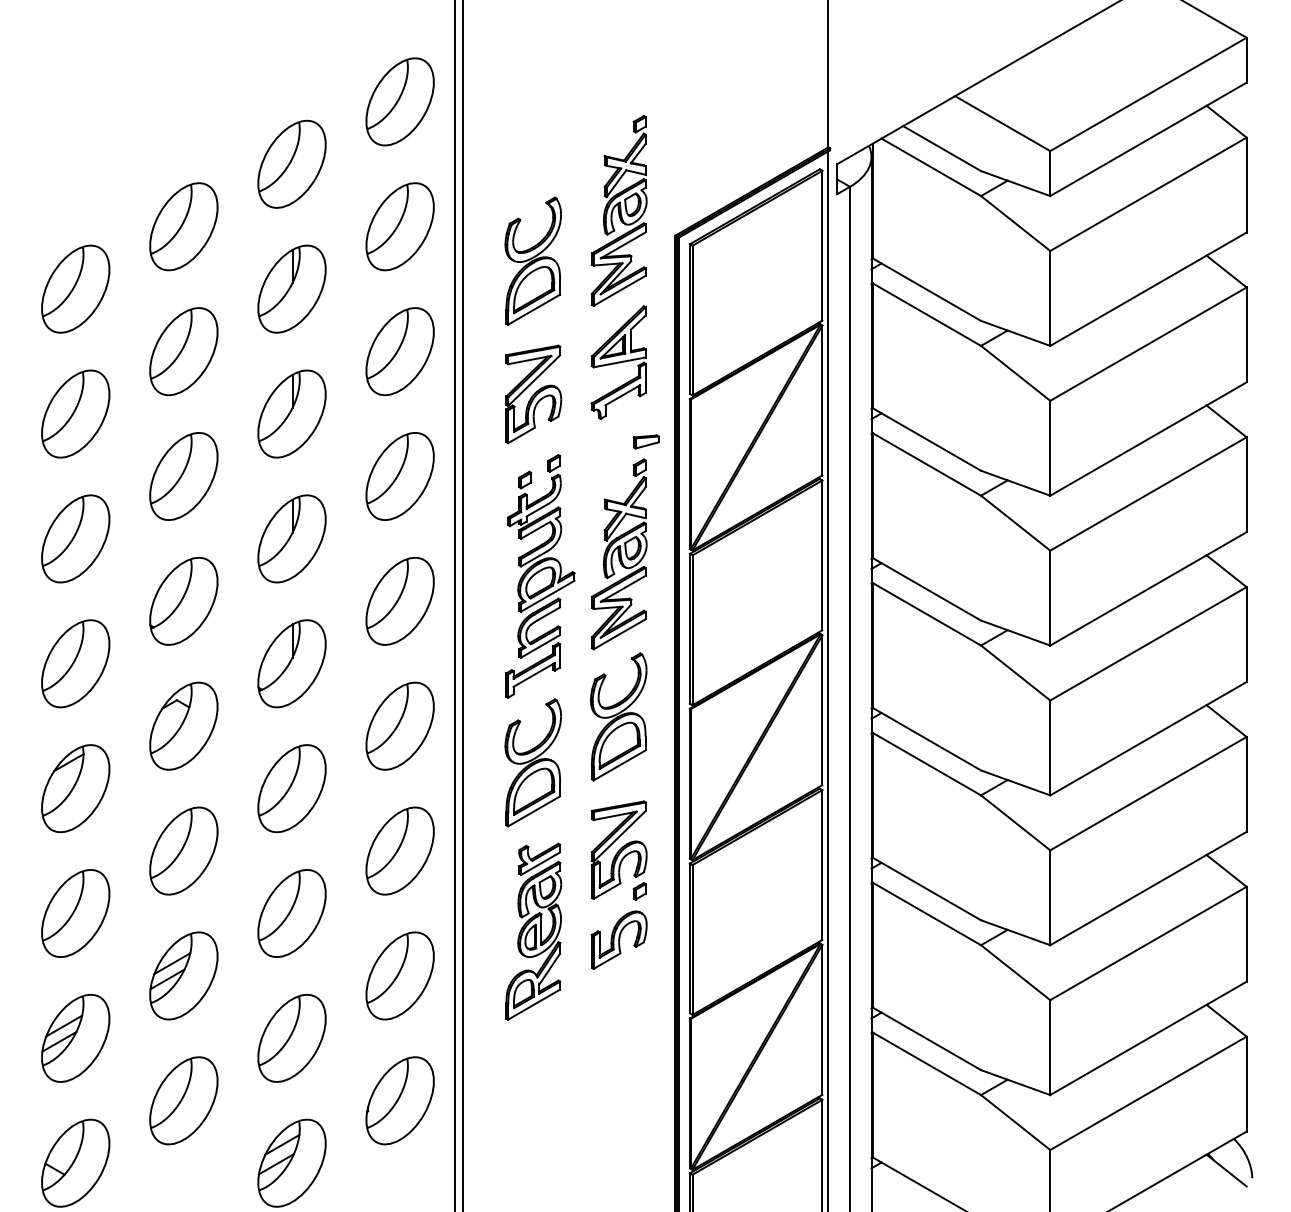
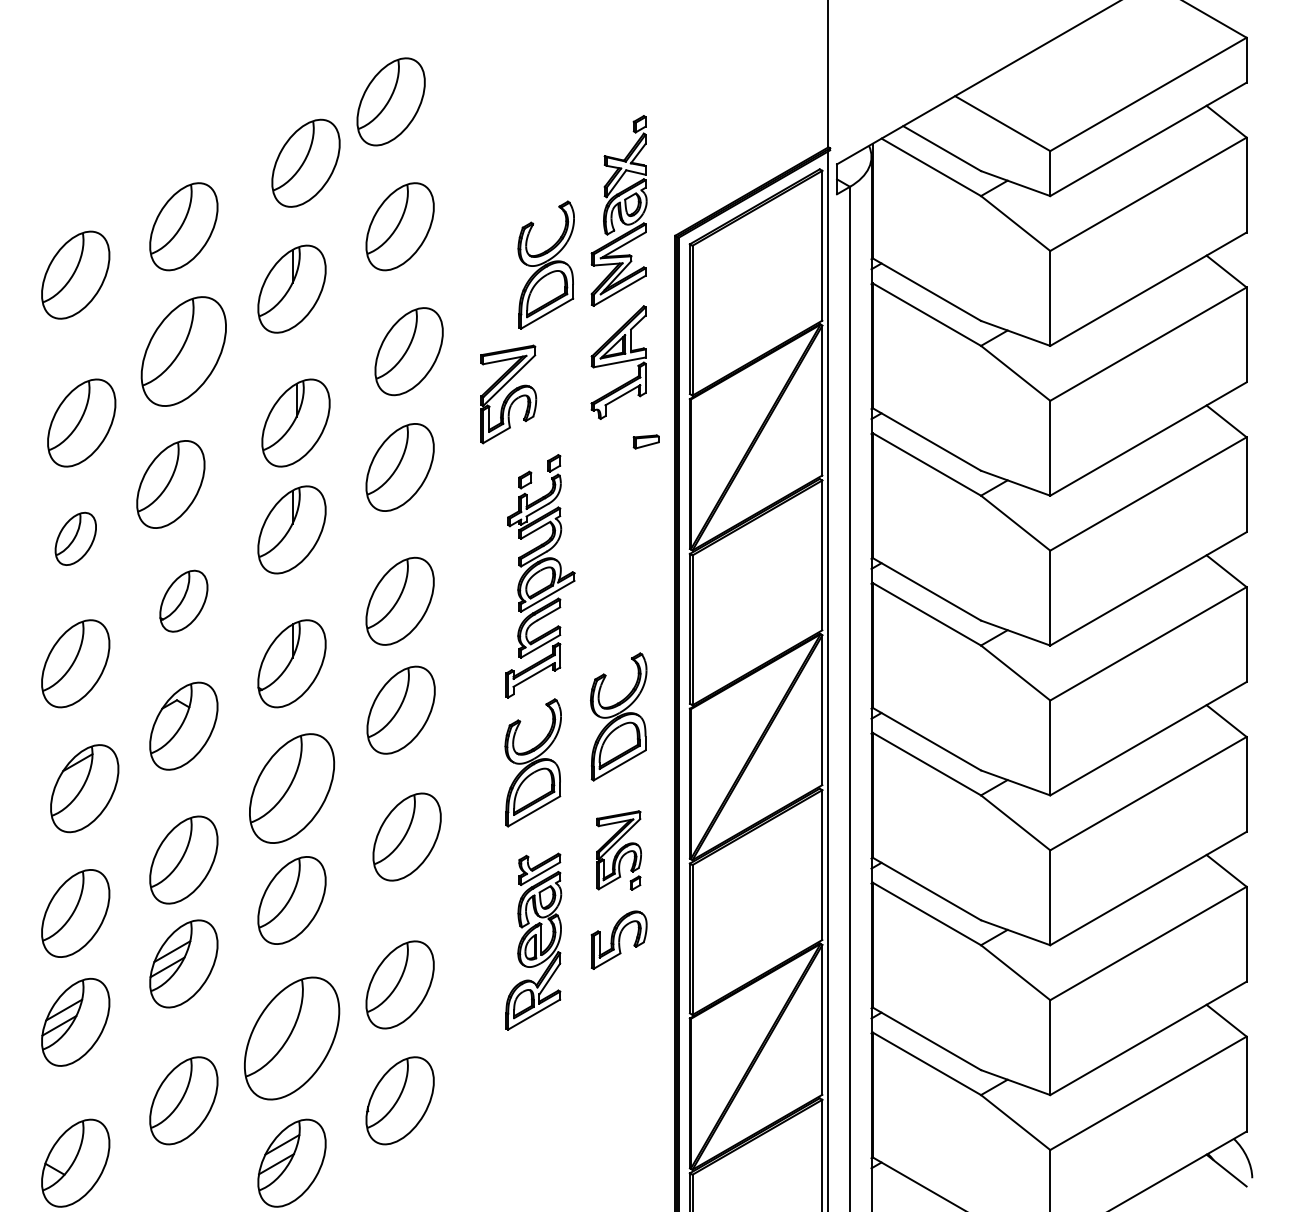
part at (399, 101) position: (399, 101) -> (390, 101)
part at (291, 163) position: (291, 163) -> (305, 162)
part at (532, 260) position: (532, 260) -> (545, 264)
part at (75, 288) position: (75, 288) -> (75, 274)
part at (183, 351) size: 70x90 px -> 87x111 px
part at (399, 351) position: (399, 351) -> (408, 351)
part at (533, 394) position: (533, 394) -> (508, 394)
part at (75, 413) position: (75, 413) -> (81, 422)
part at (291, 413) position: (291, 413) -> (295, 422)
part at (183, 476) position: (183, 476) -> (170, 484)
part at (399, 476) position: (399, 476) -> (399, 467)
part at (75, 538) size: 70x90 px -> 43x55 px
part at (291, 538) position: (291, 538) -> (291, 529)
part at (618, 554): present -> none
part at (183, 600) size: 70x90 px -> 50x64 px
line at (454, 605): present -> none
line at (463, 605): present -> none
part at (399, 725) position: (399, 725) -> (400, 709)
part at (75, 788) position: (75, 788) -> (84, 788)
part at (291, 788) size: 70x90 px -> 87x111 px
part at (183, 850) position: (183, 850) -> (183, 859)
part at (399, 850) position: (399, 850) -> (406, 836)
part at (618, 850) size: 58x101 px -> 46x81 px
part at (291, 913) position: (291, 913) -> (291, 900)
part at (533, 931) position: (533, 931) -> (533, 941)
part at (183, 975) position: (183, 975) -> (183, 963)
part at (399, 975) position: (399, 975) -> (399, 984)
part at (75, 1037) position: (75, 1037) -> (75, 1021)
part at (291, 1037) size: 70x90 px -> 97x125 px
